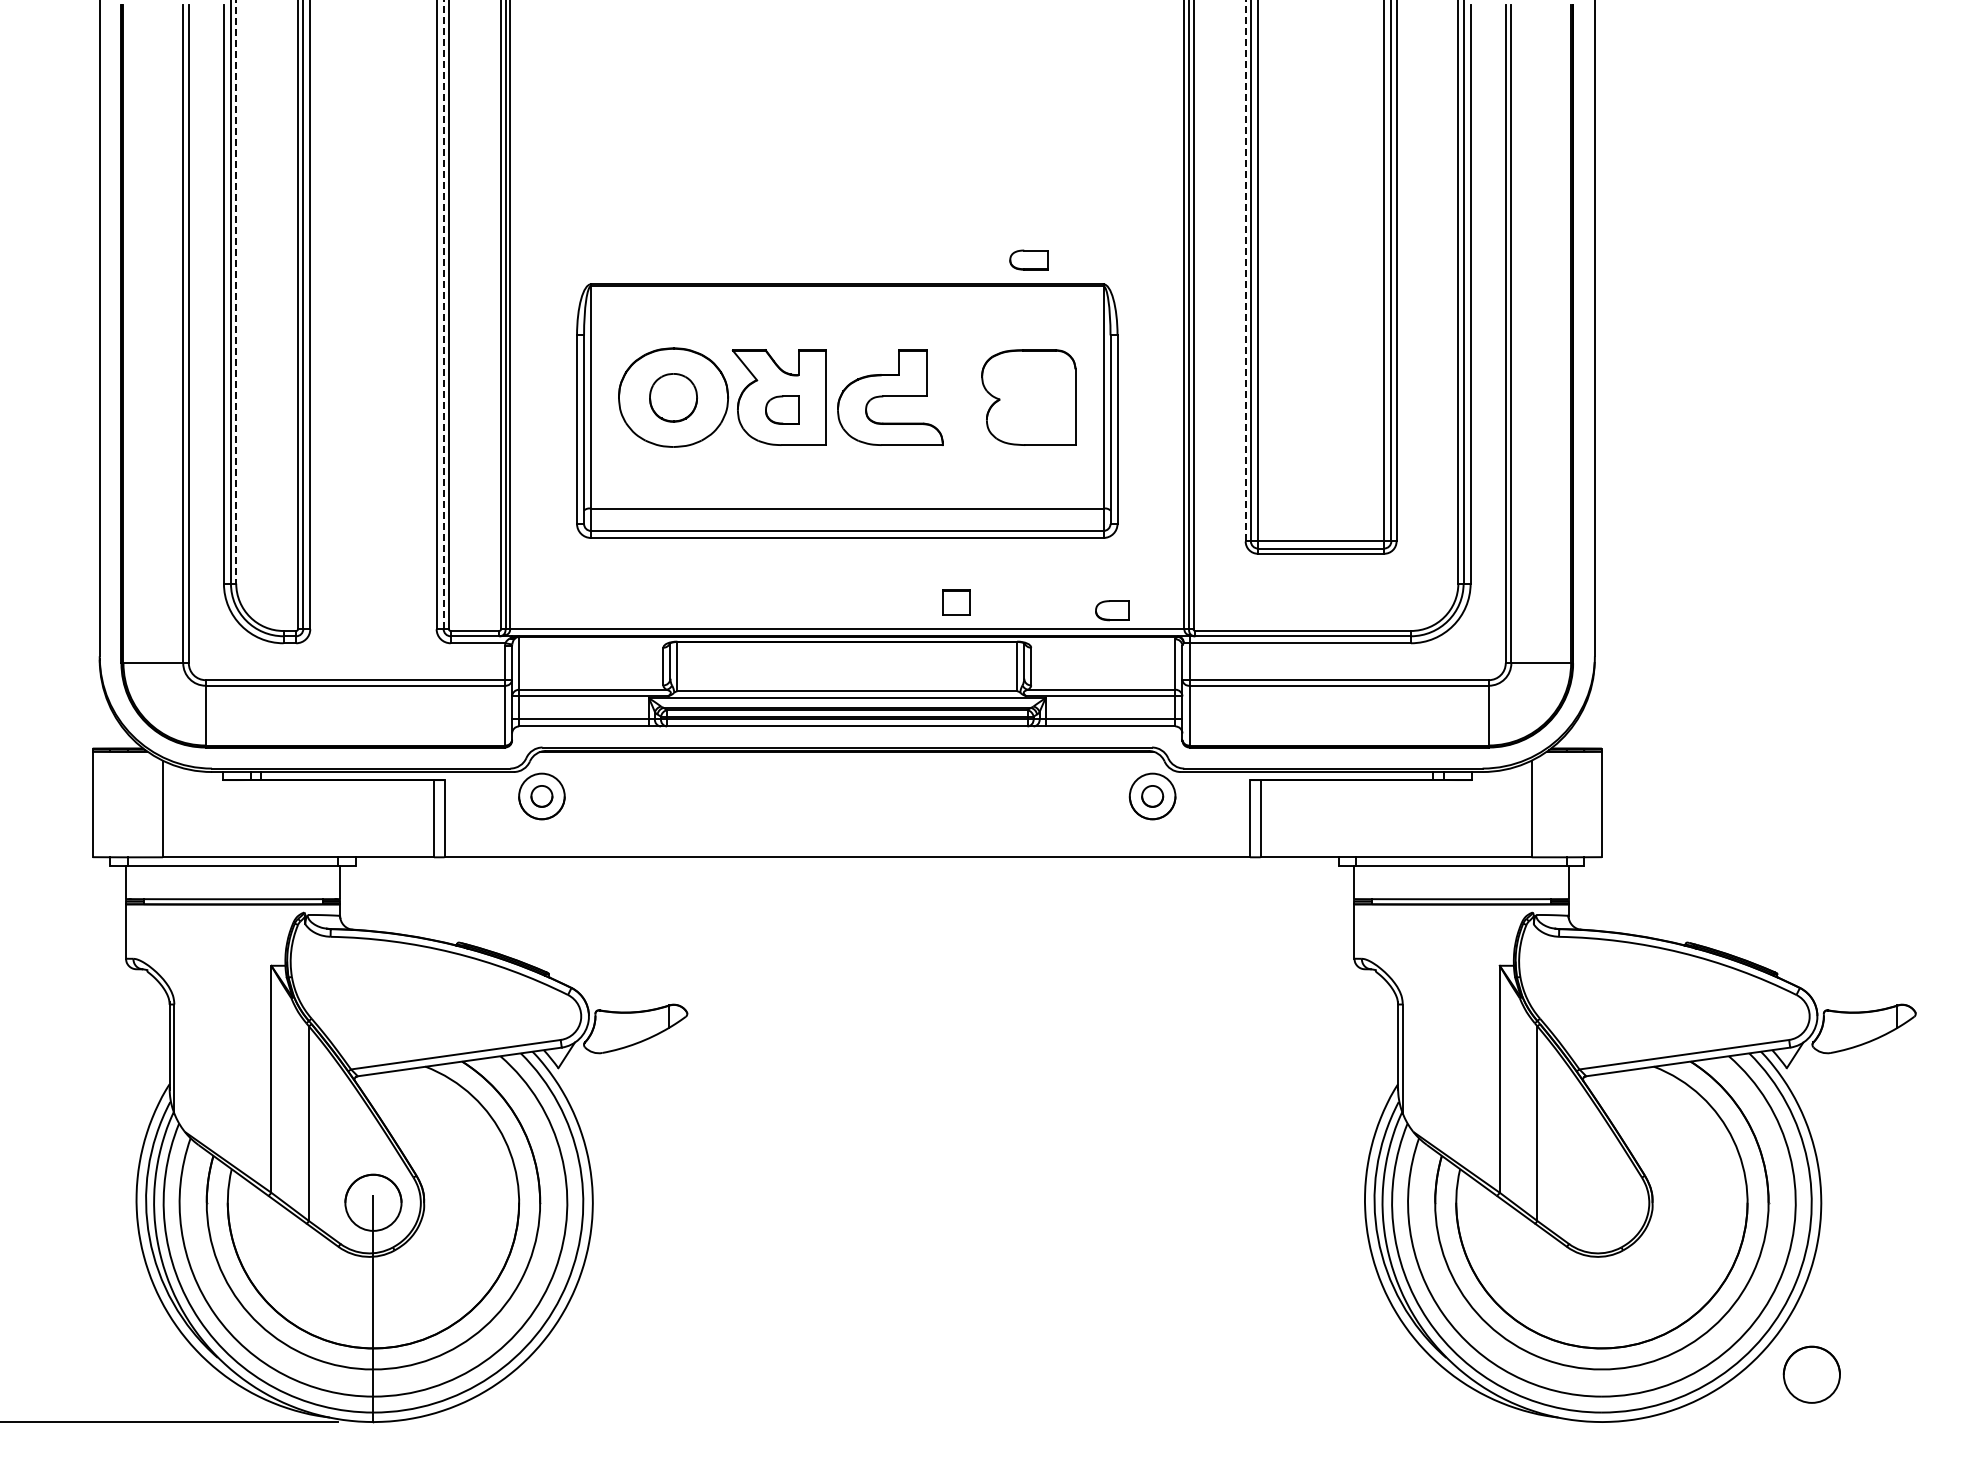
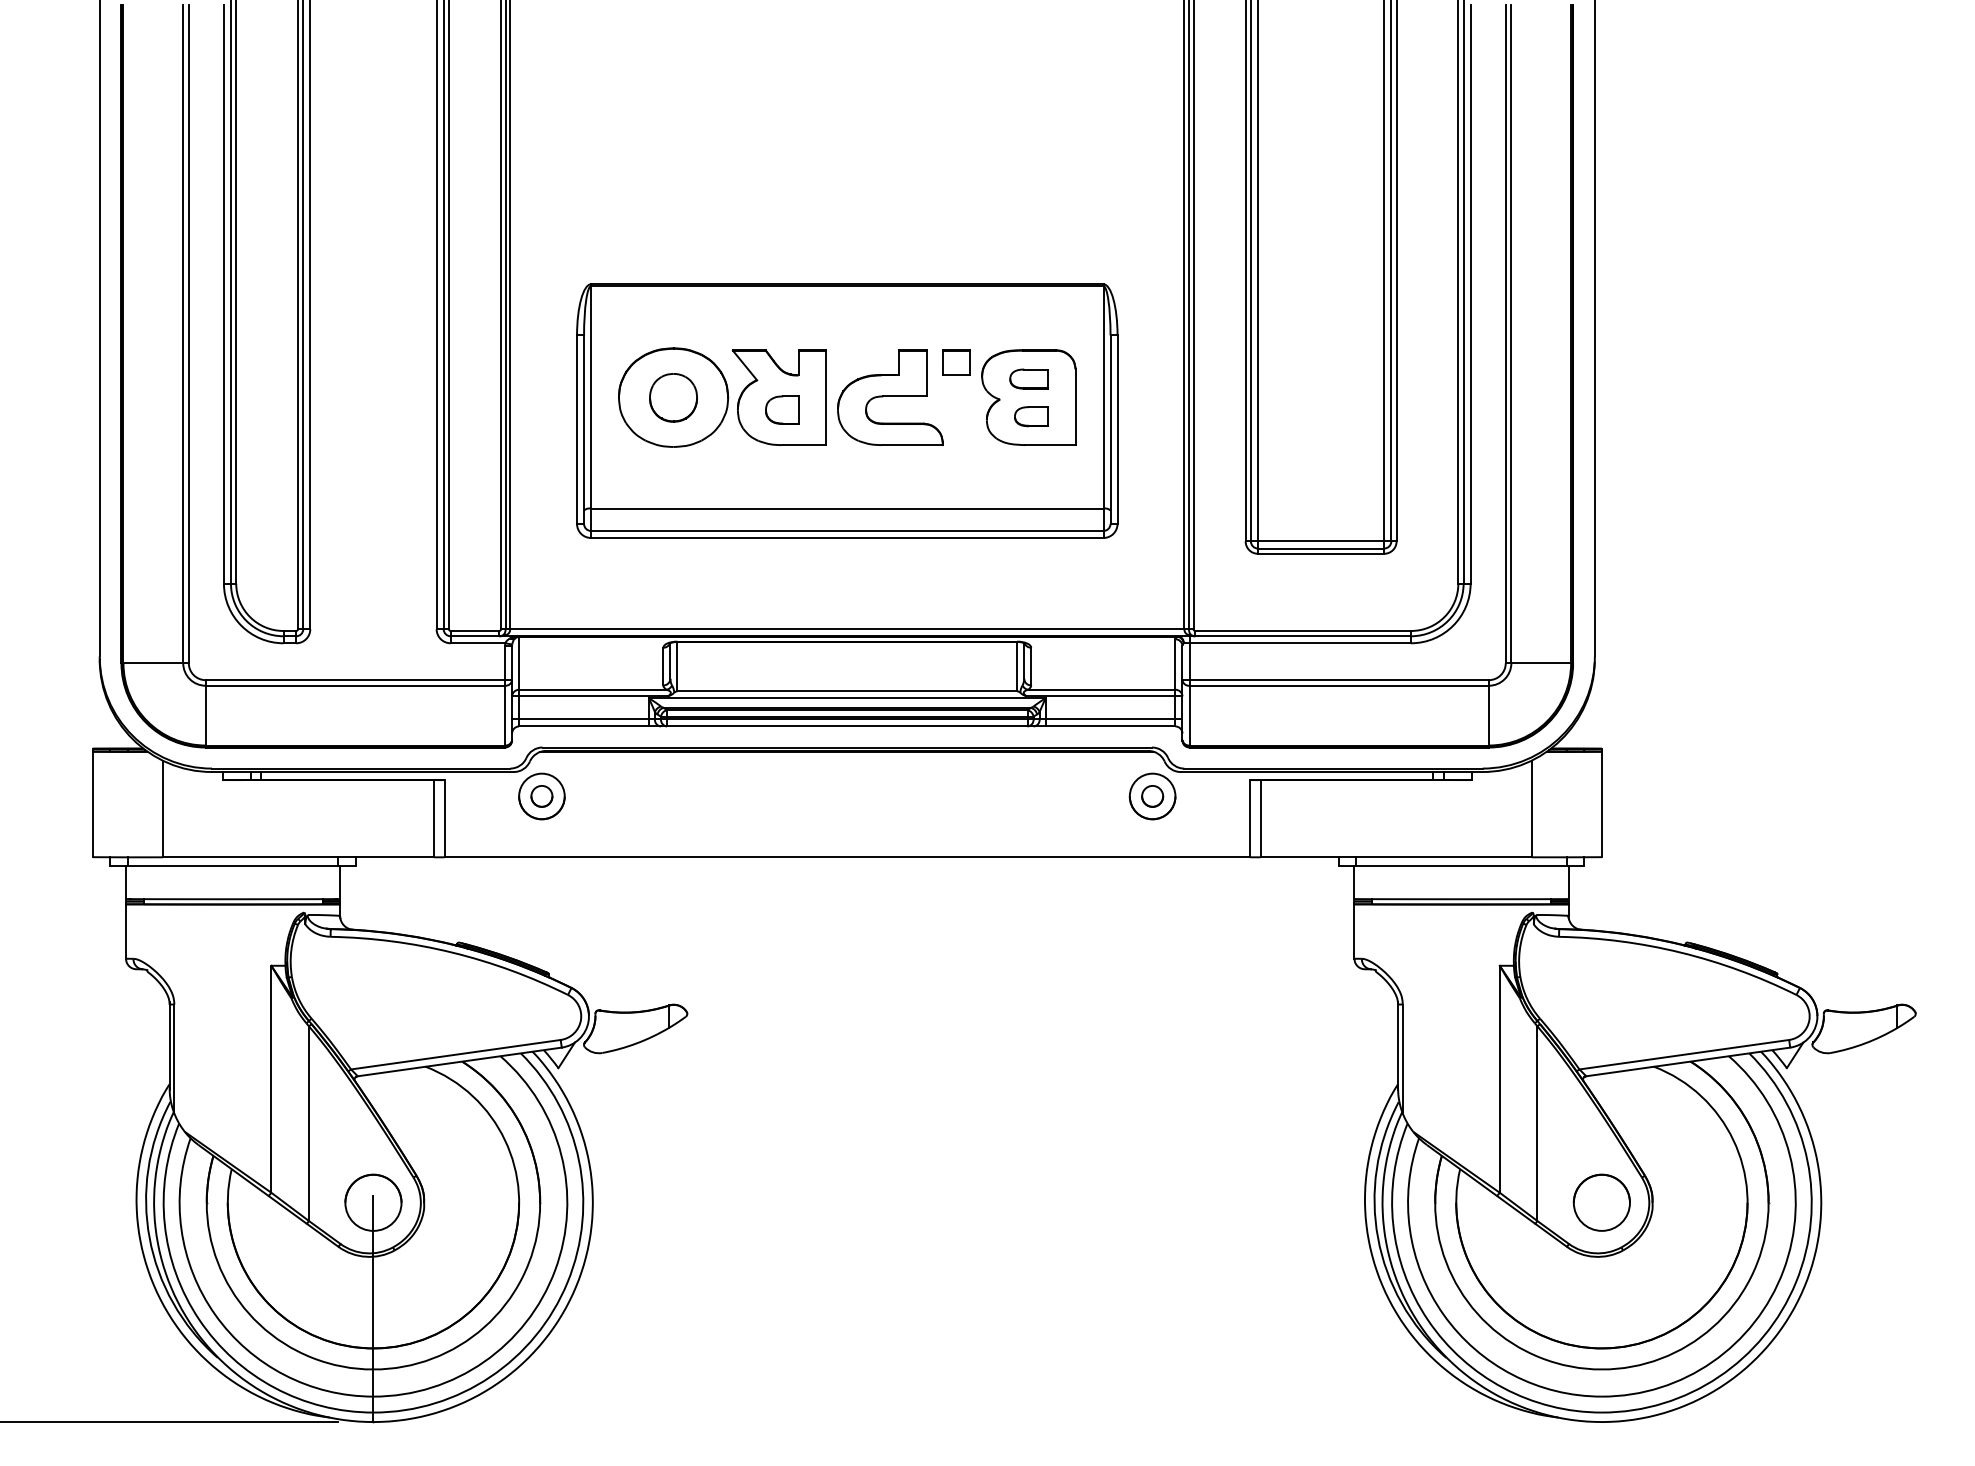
part at (1028, 259) position: (1028, 259) -> (1028, 378)
line at (1245, 270): dashed -> solid
line at (236, 292): dashed -> solid
line at (443, 314): dashed -> solid
part at (956, 602) position: (956, 602) -> (956, 362)
part at (1112, 610) position: (1112, 610) -> (1031, 416)
circle at (1811, 1374) position: (1811, 1374) -> (1601, 1202)
